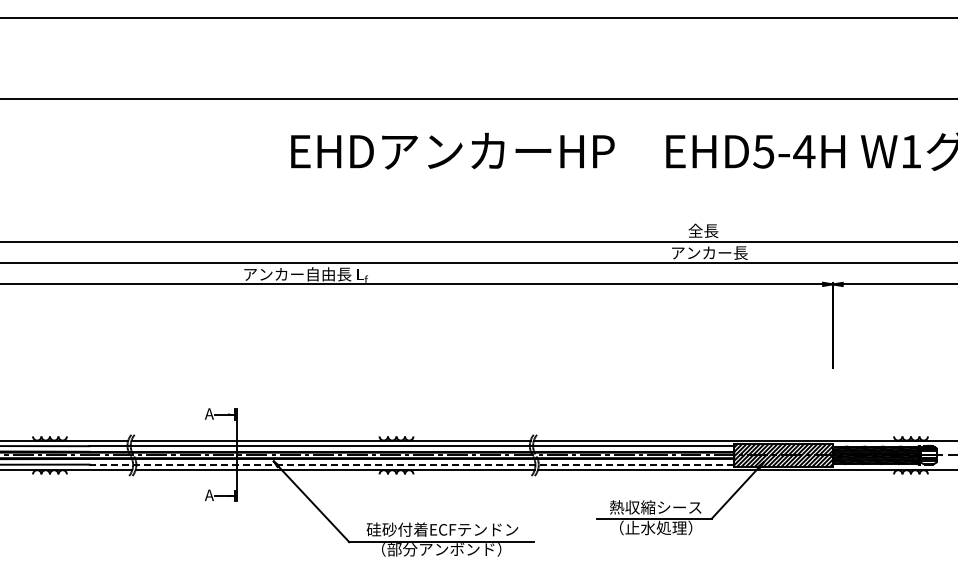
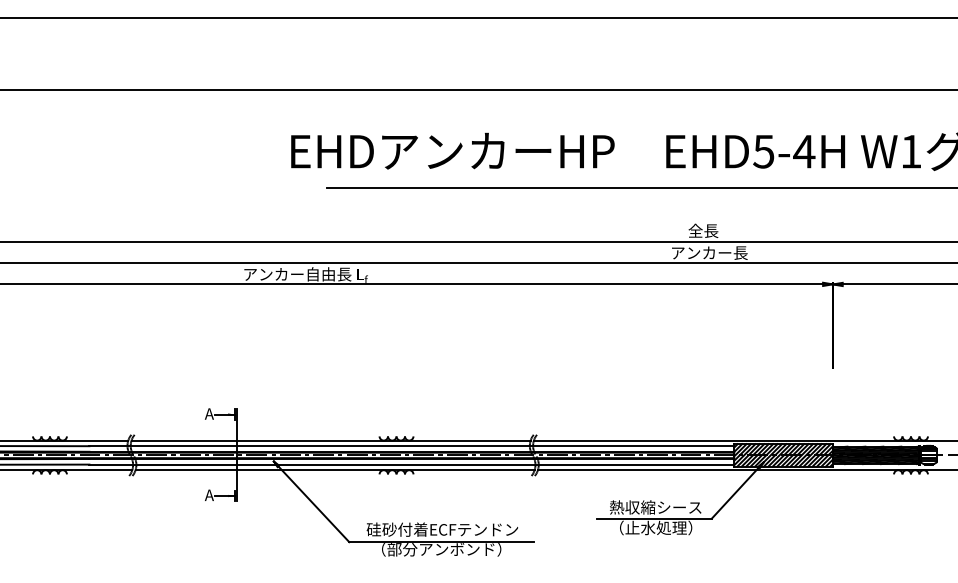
line at (478, 98) position: (478, 98) -> (478, 89)
line at (640, 188): none -> present
line at (411, 464): dashed -> solid
